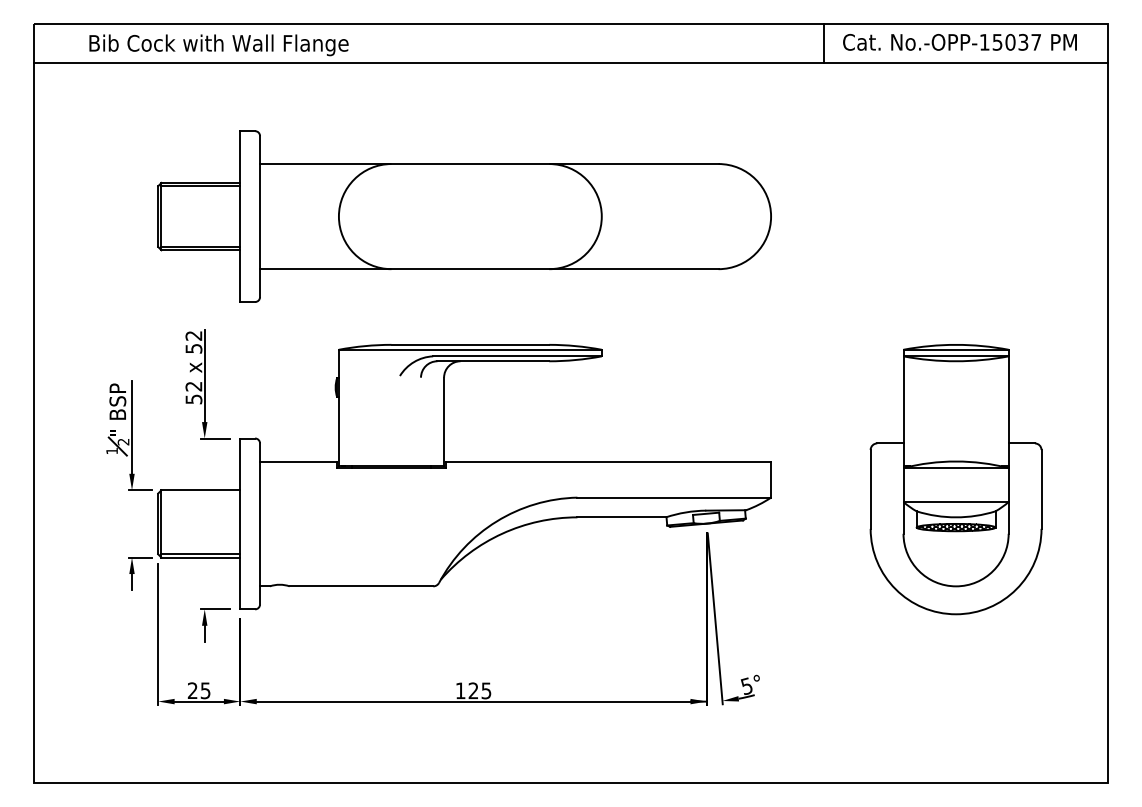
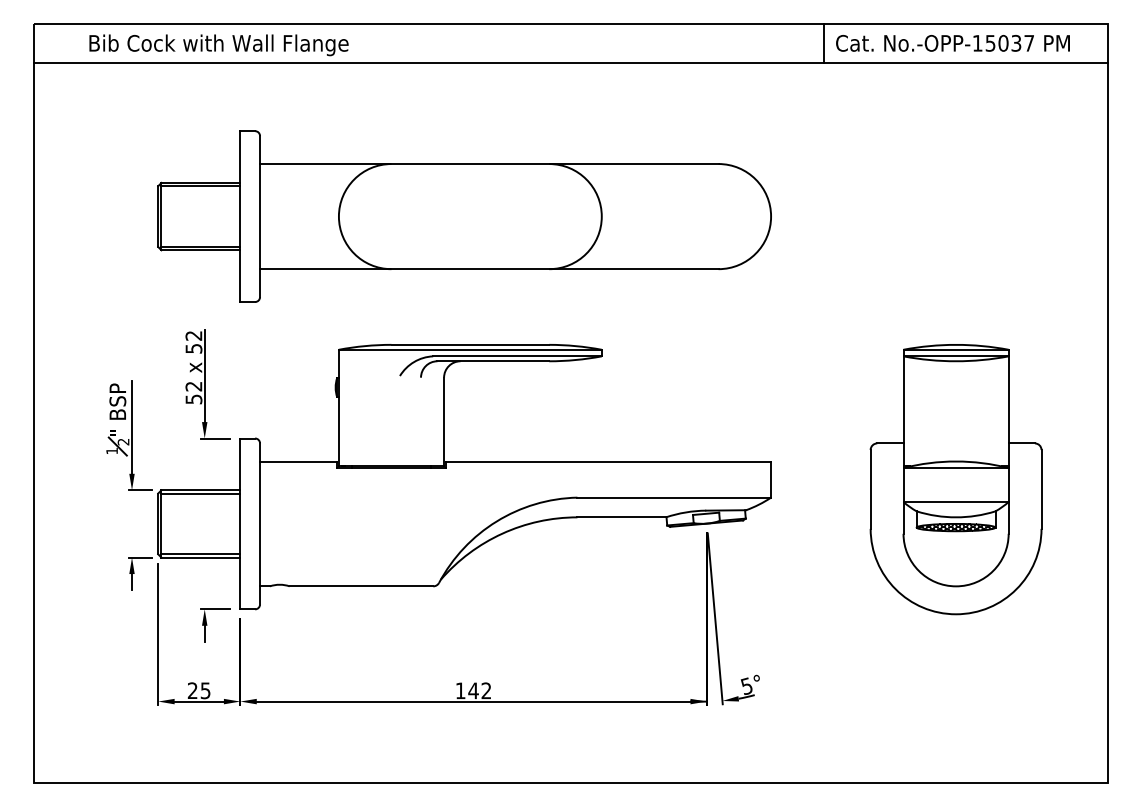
text at (959, 42) position: (959, 42) -> (952, 43)
line at (200, 493): none -> present
text at (479, 690): 125 -> 142
